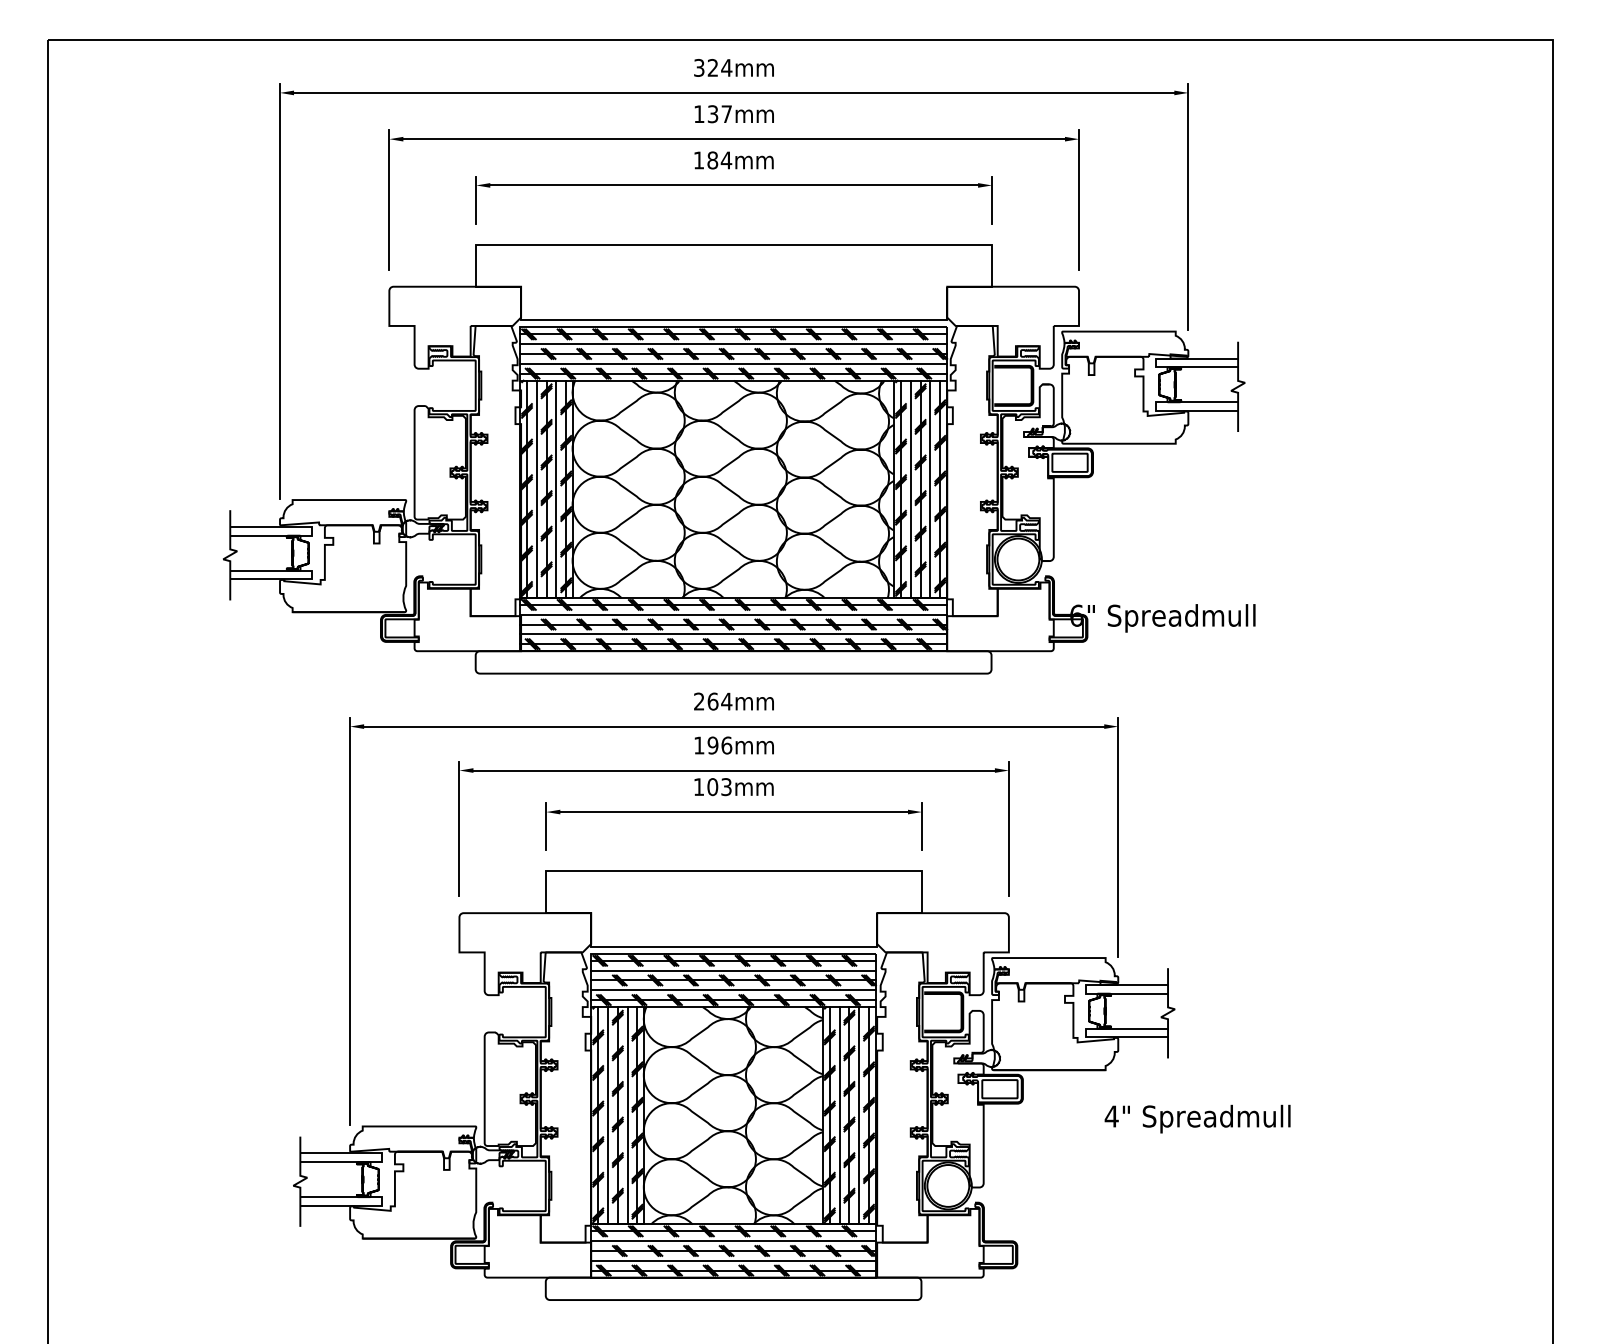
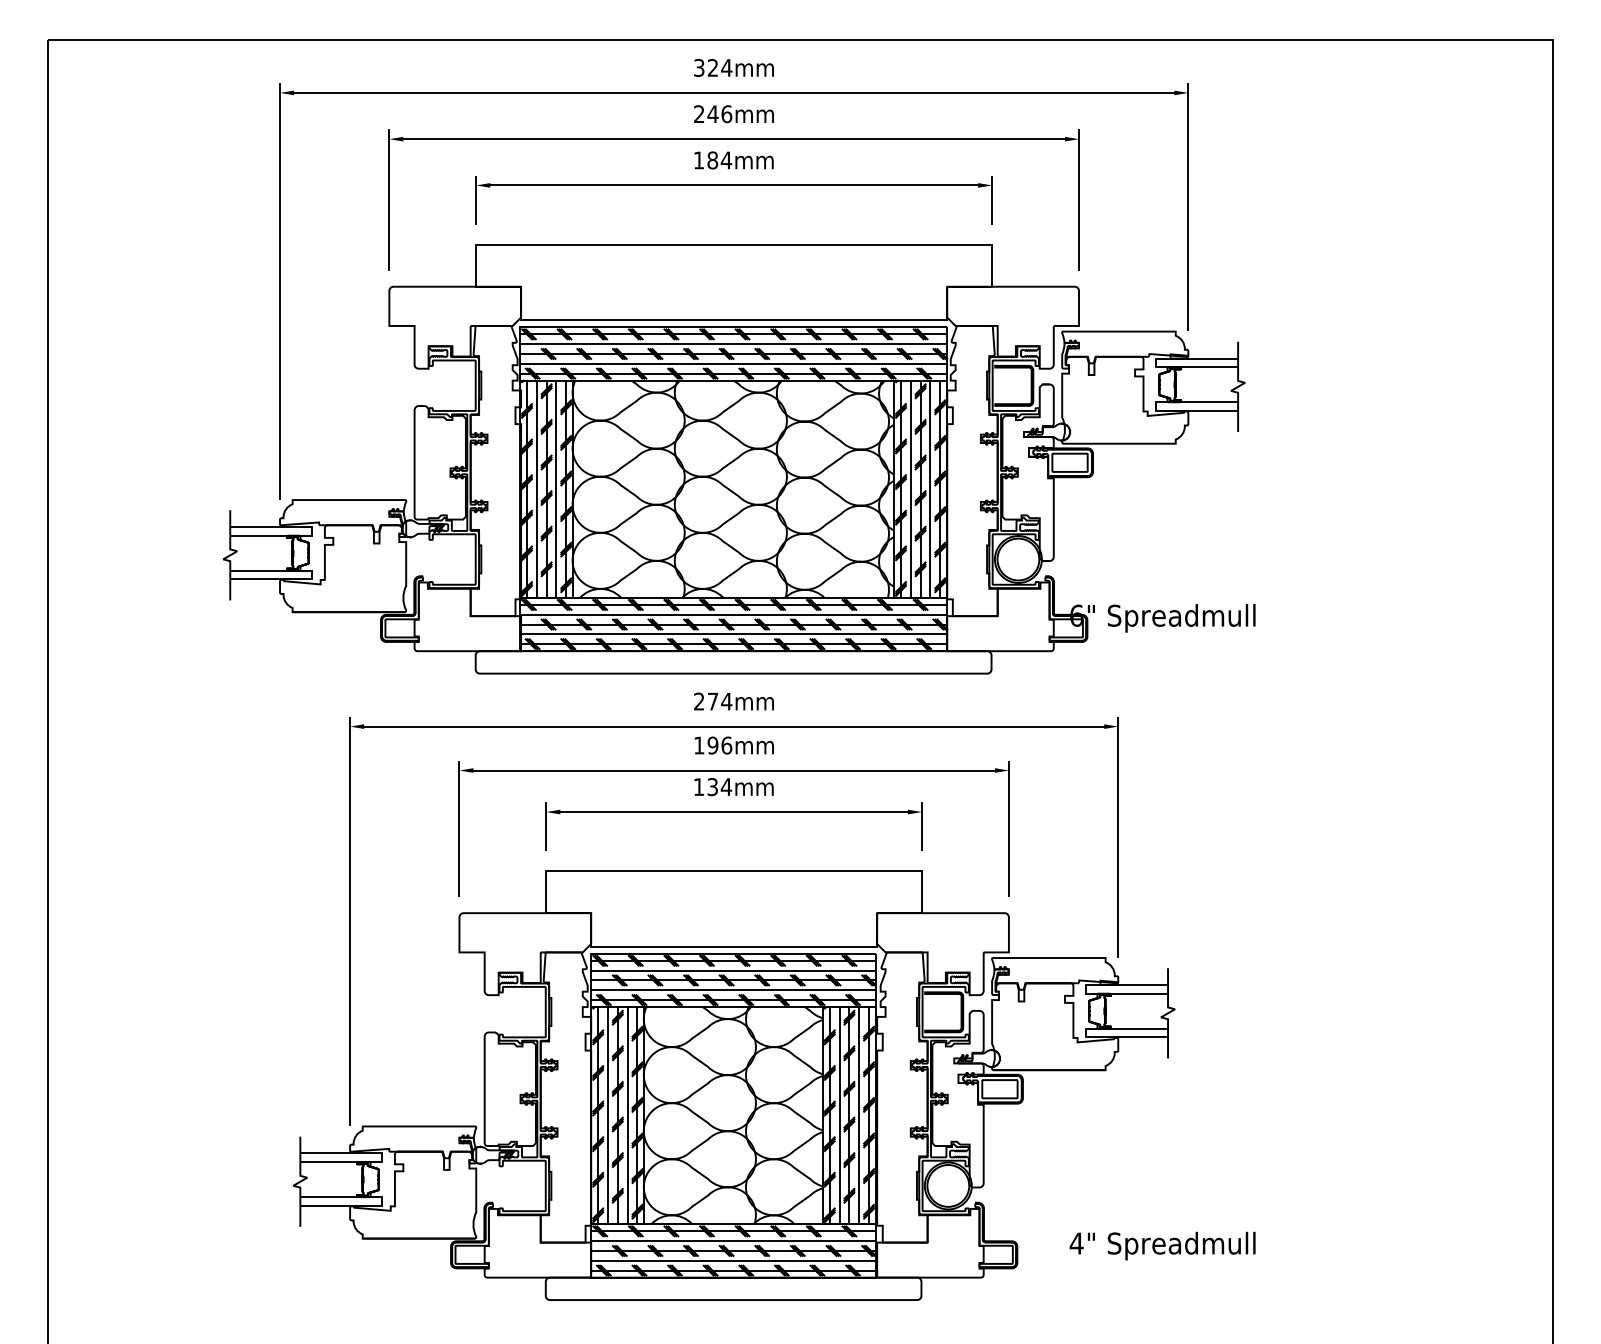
text at (713, 114): 137mm -> 246mm
text at (712, 701): 264mm -> 274mm
text at (719, 787): 103mm -> 134mm
text at (1197, 1118) position: (1197, 1118) -> (1162, 1245)
